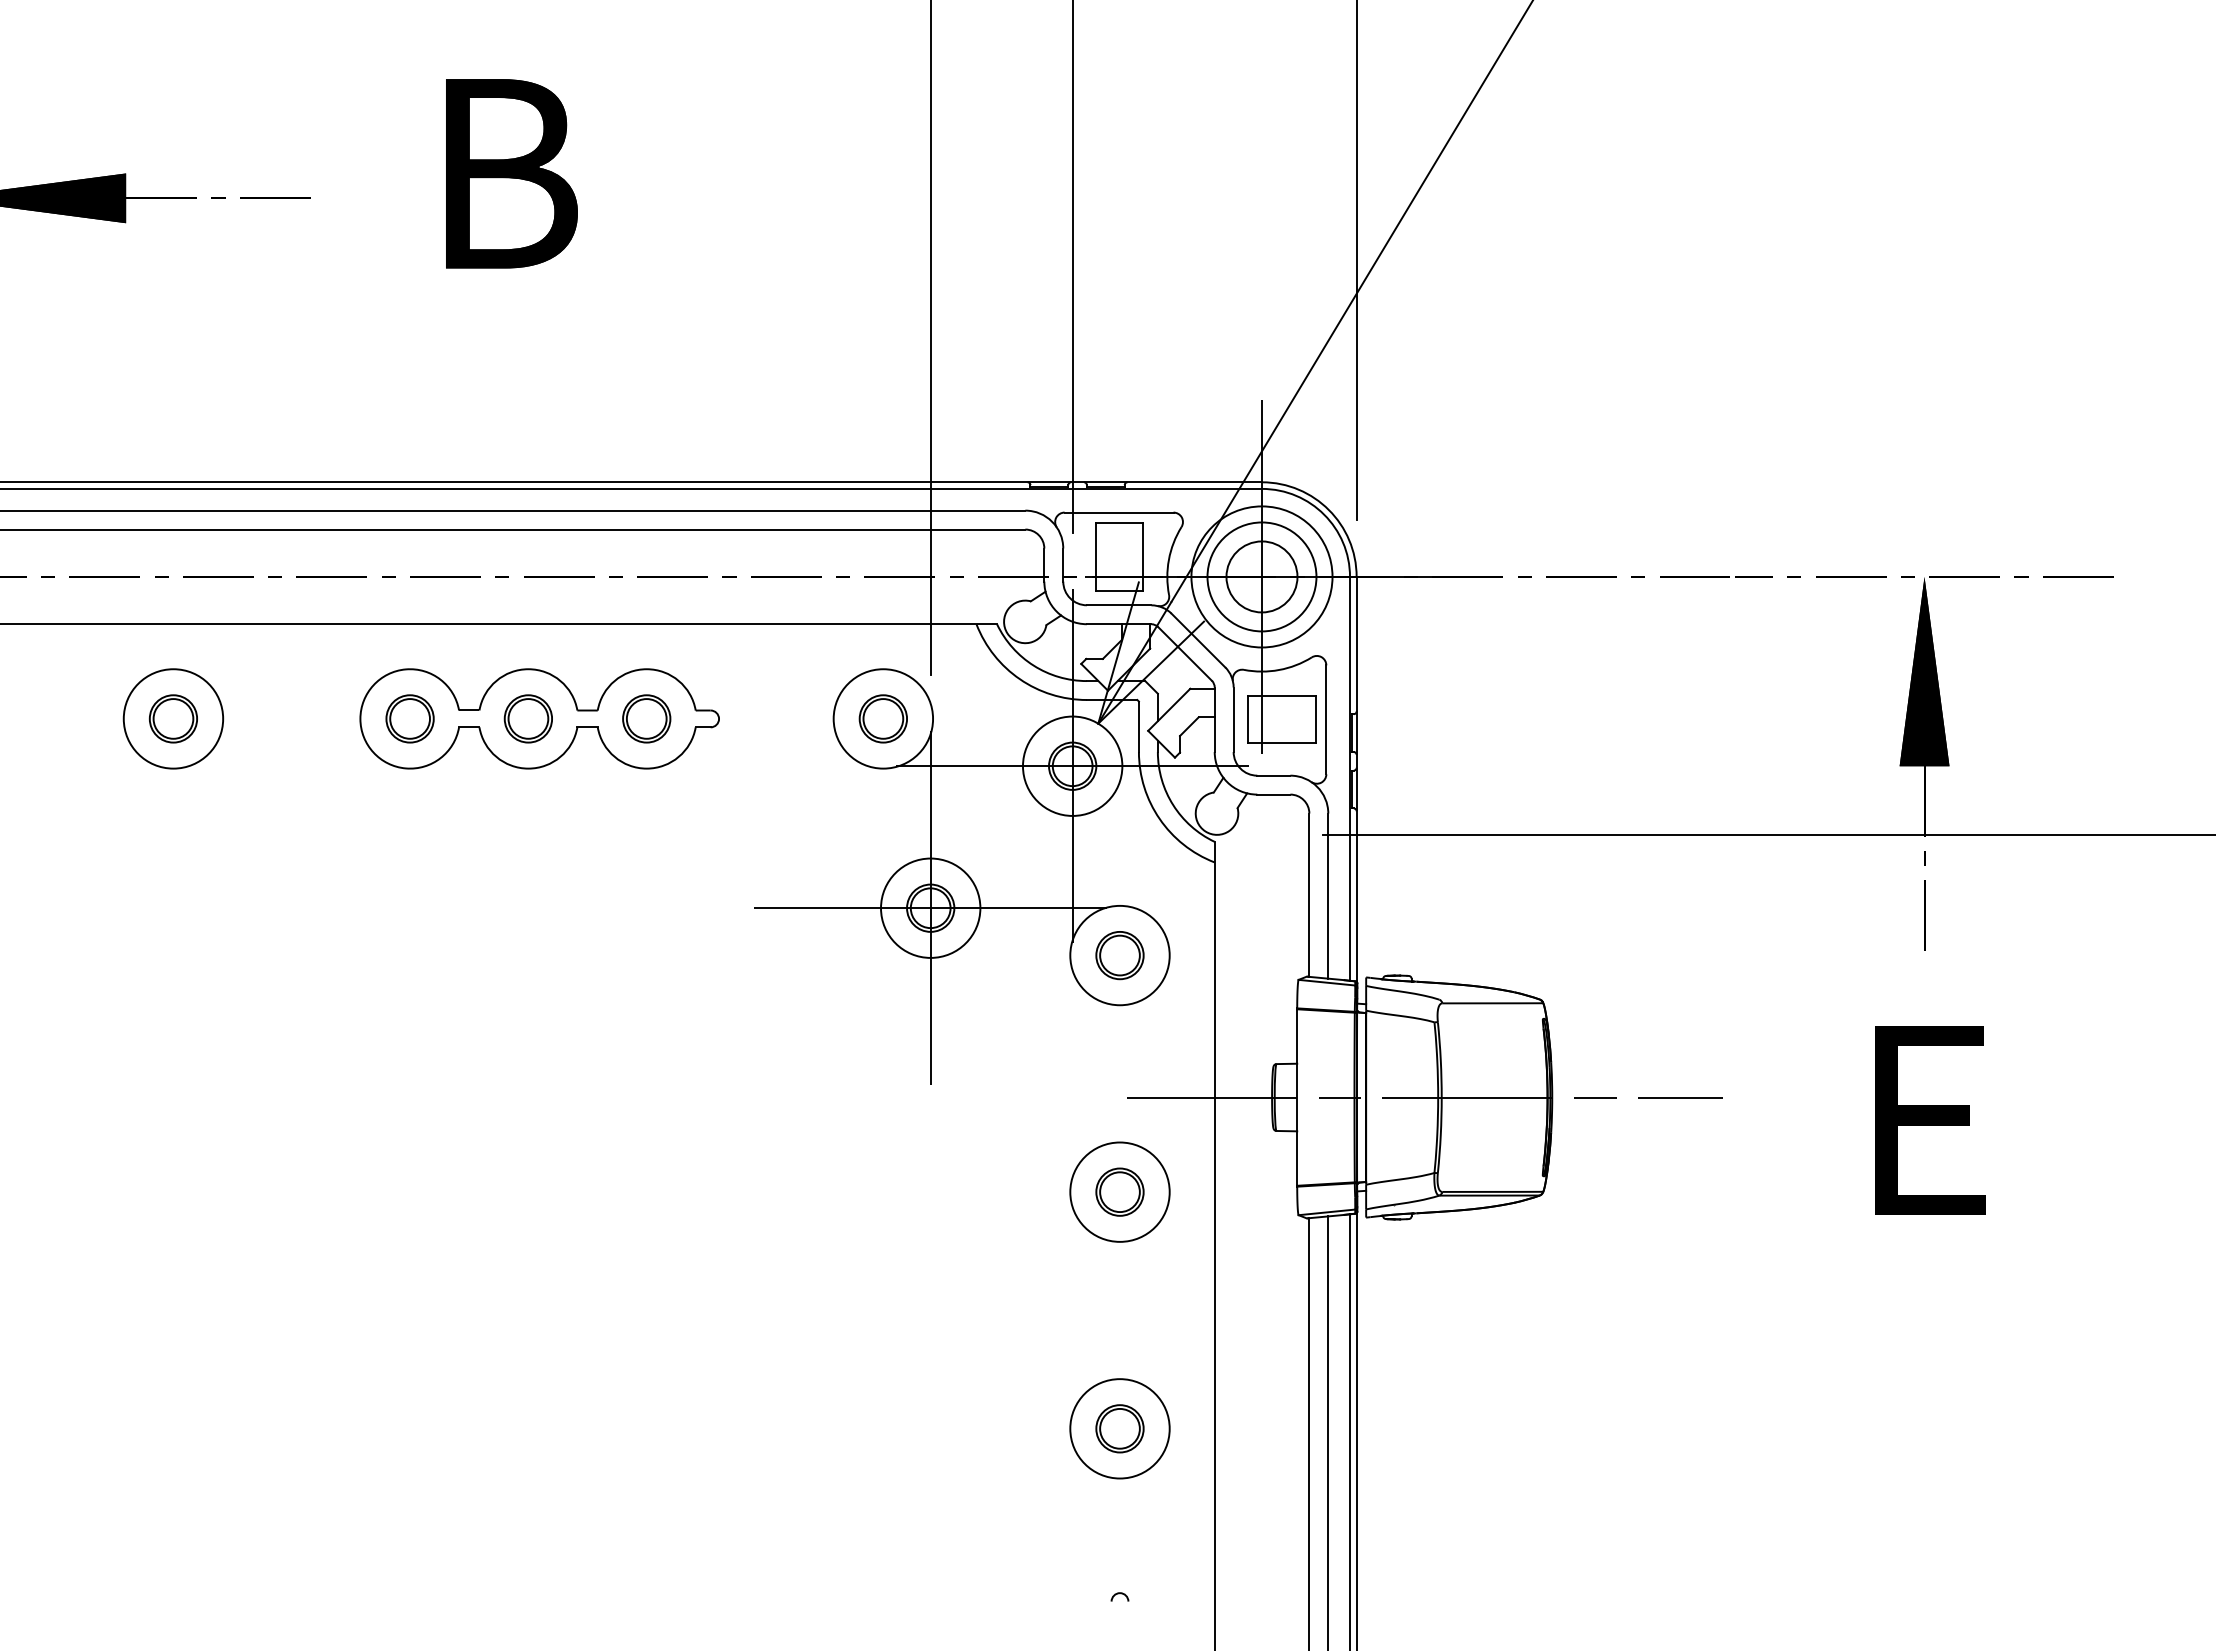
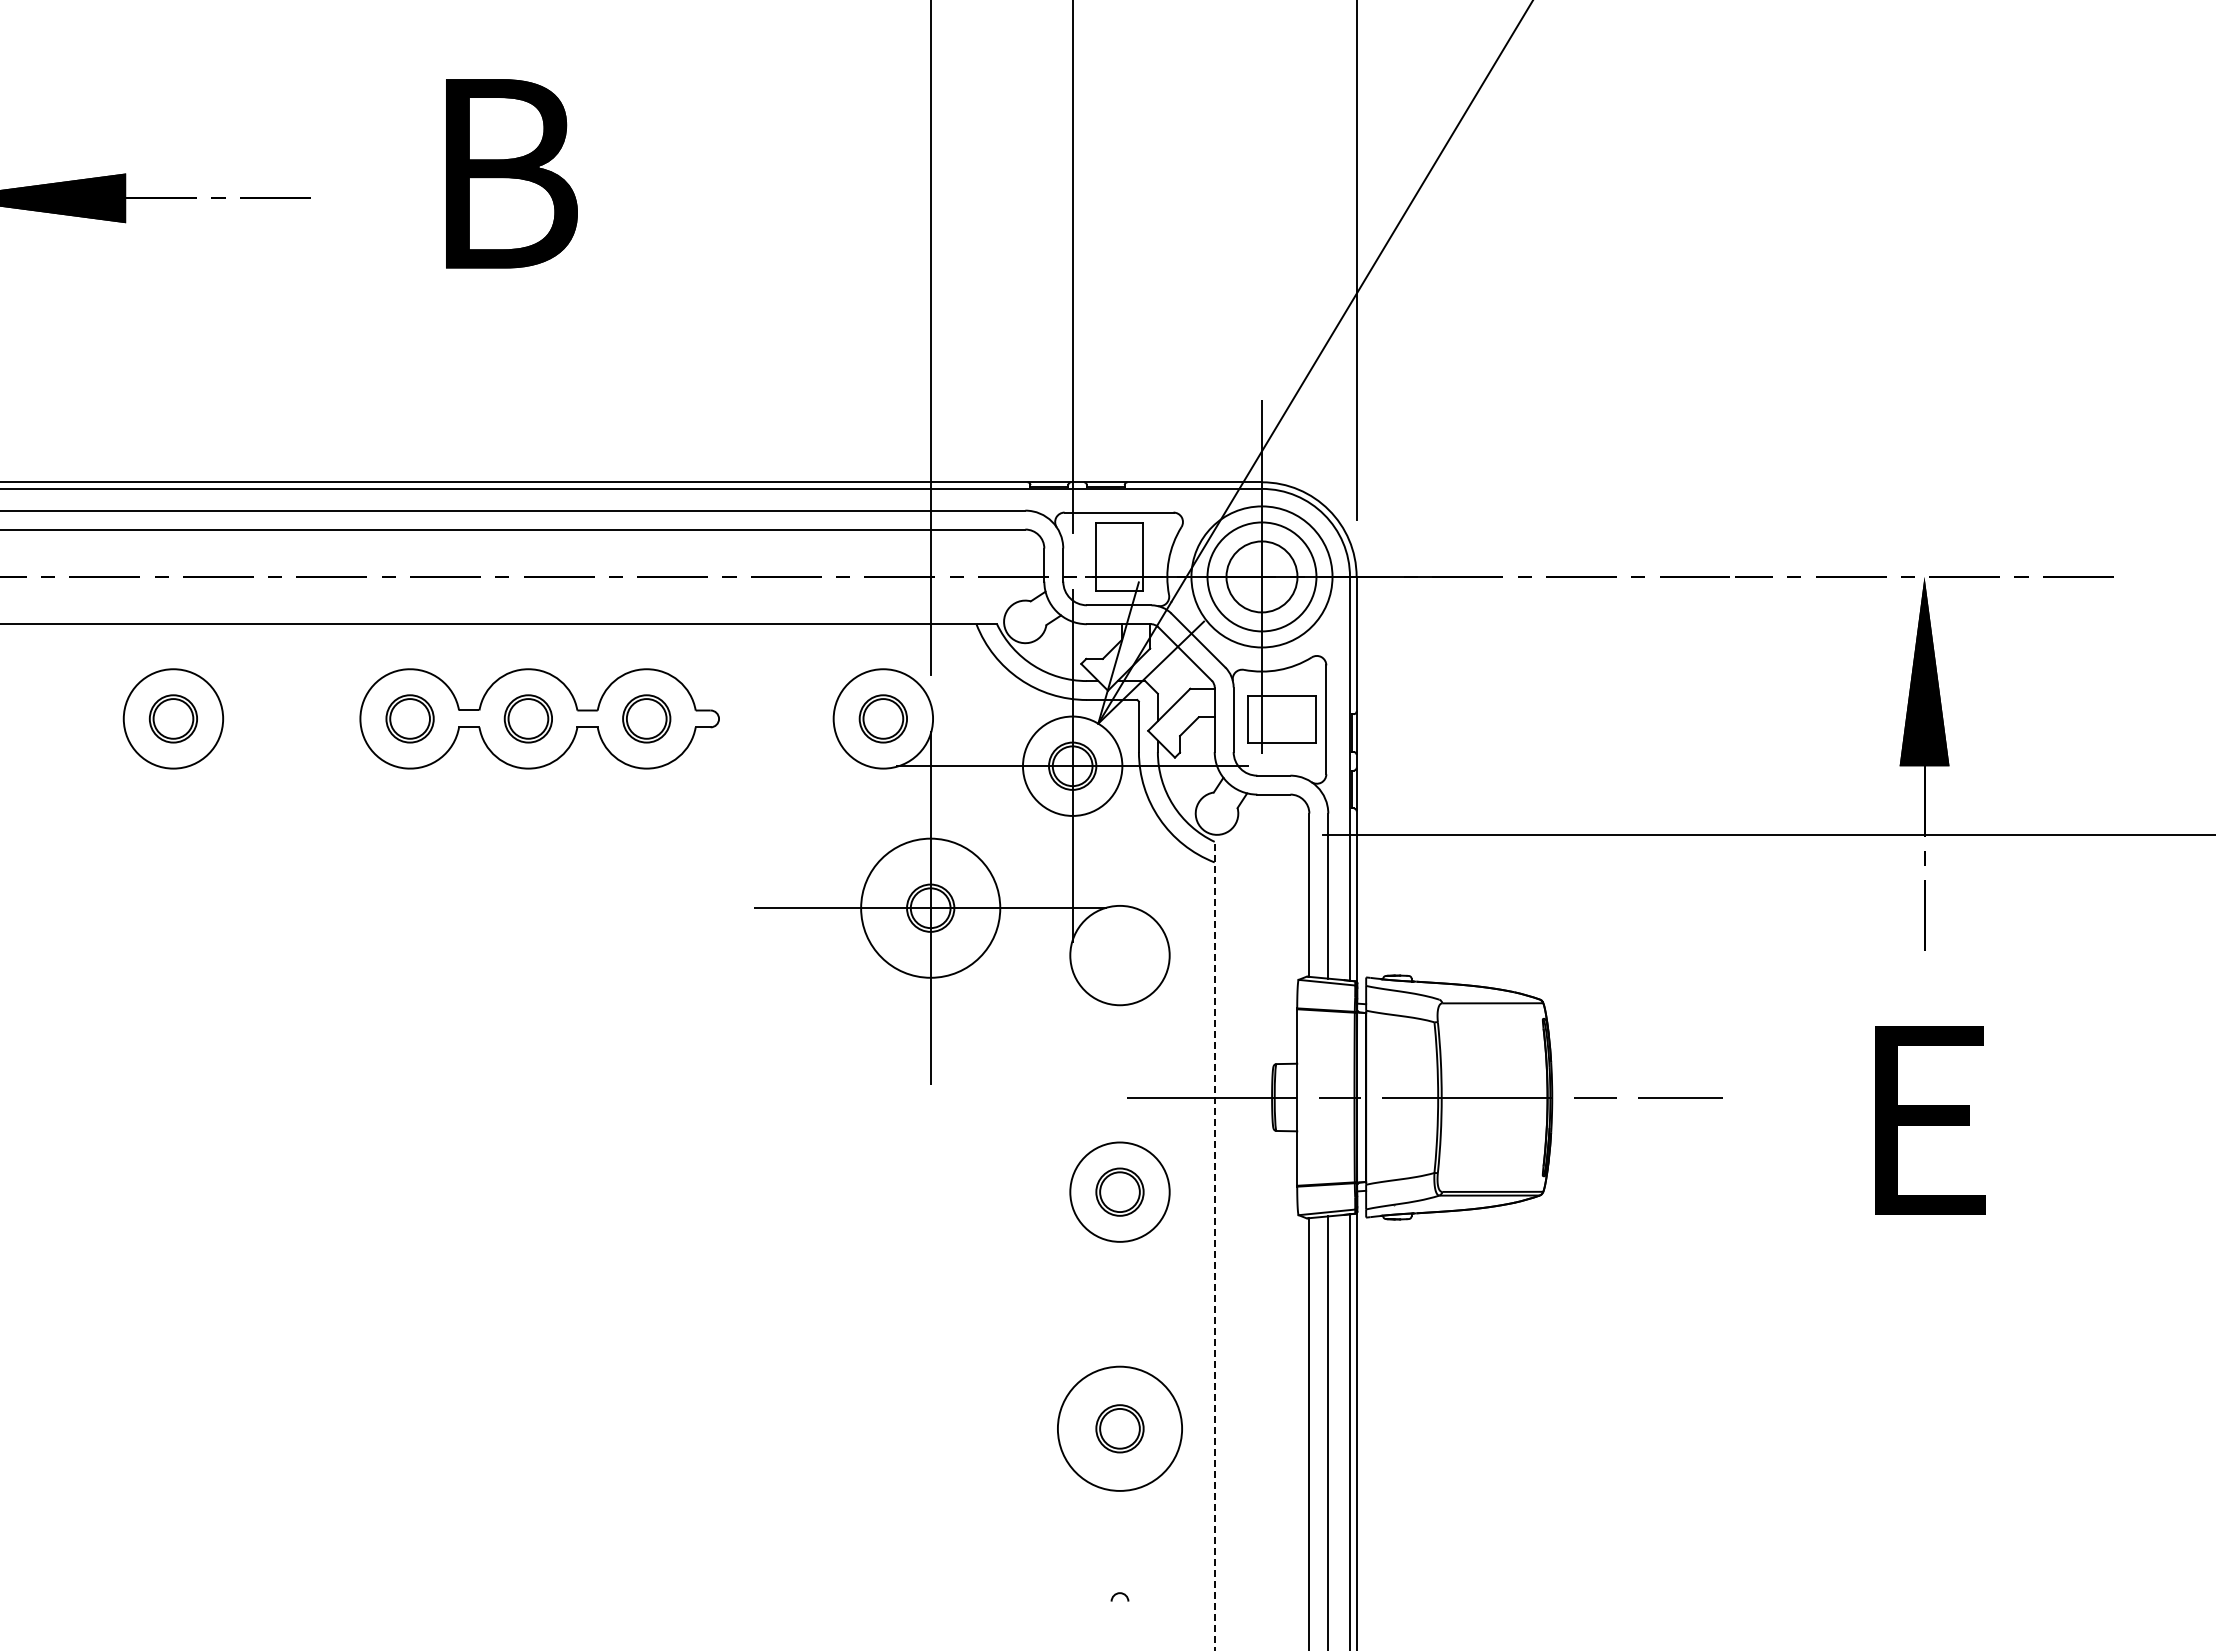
circle at (930, 907) diameter: 99 px -> 139 px
part at (1119, 955): present -> none
line at (1214, 1245): solid -> dashed
circle at (1119, 1428) diameter: 99 px -> 124 px
